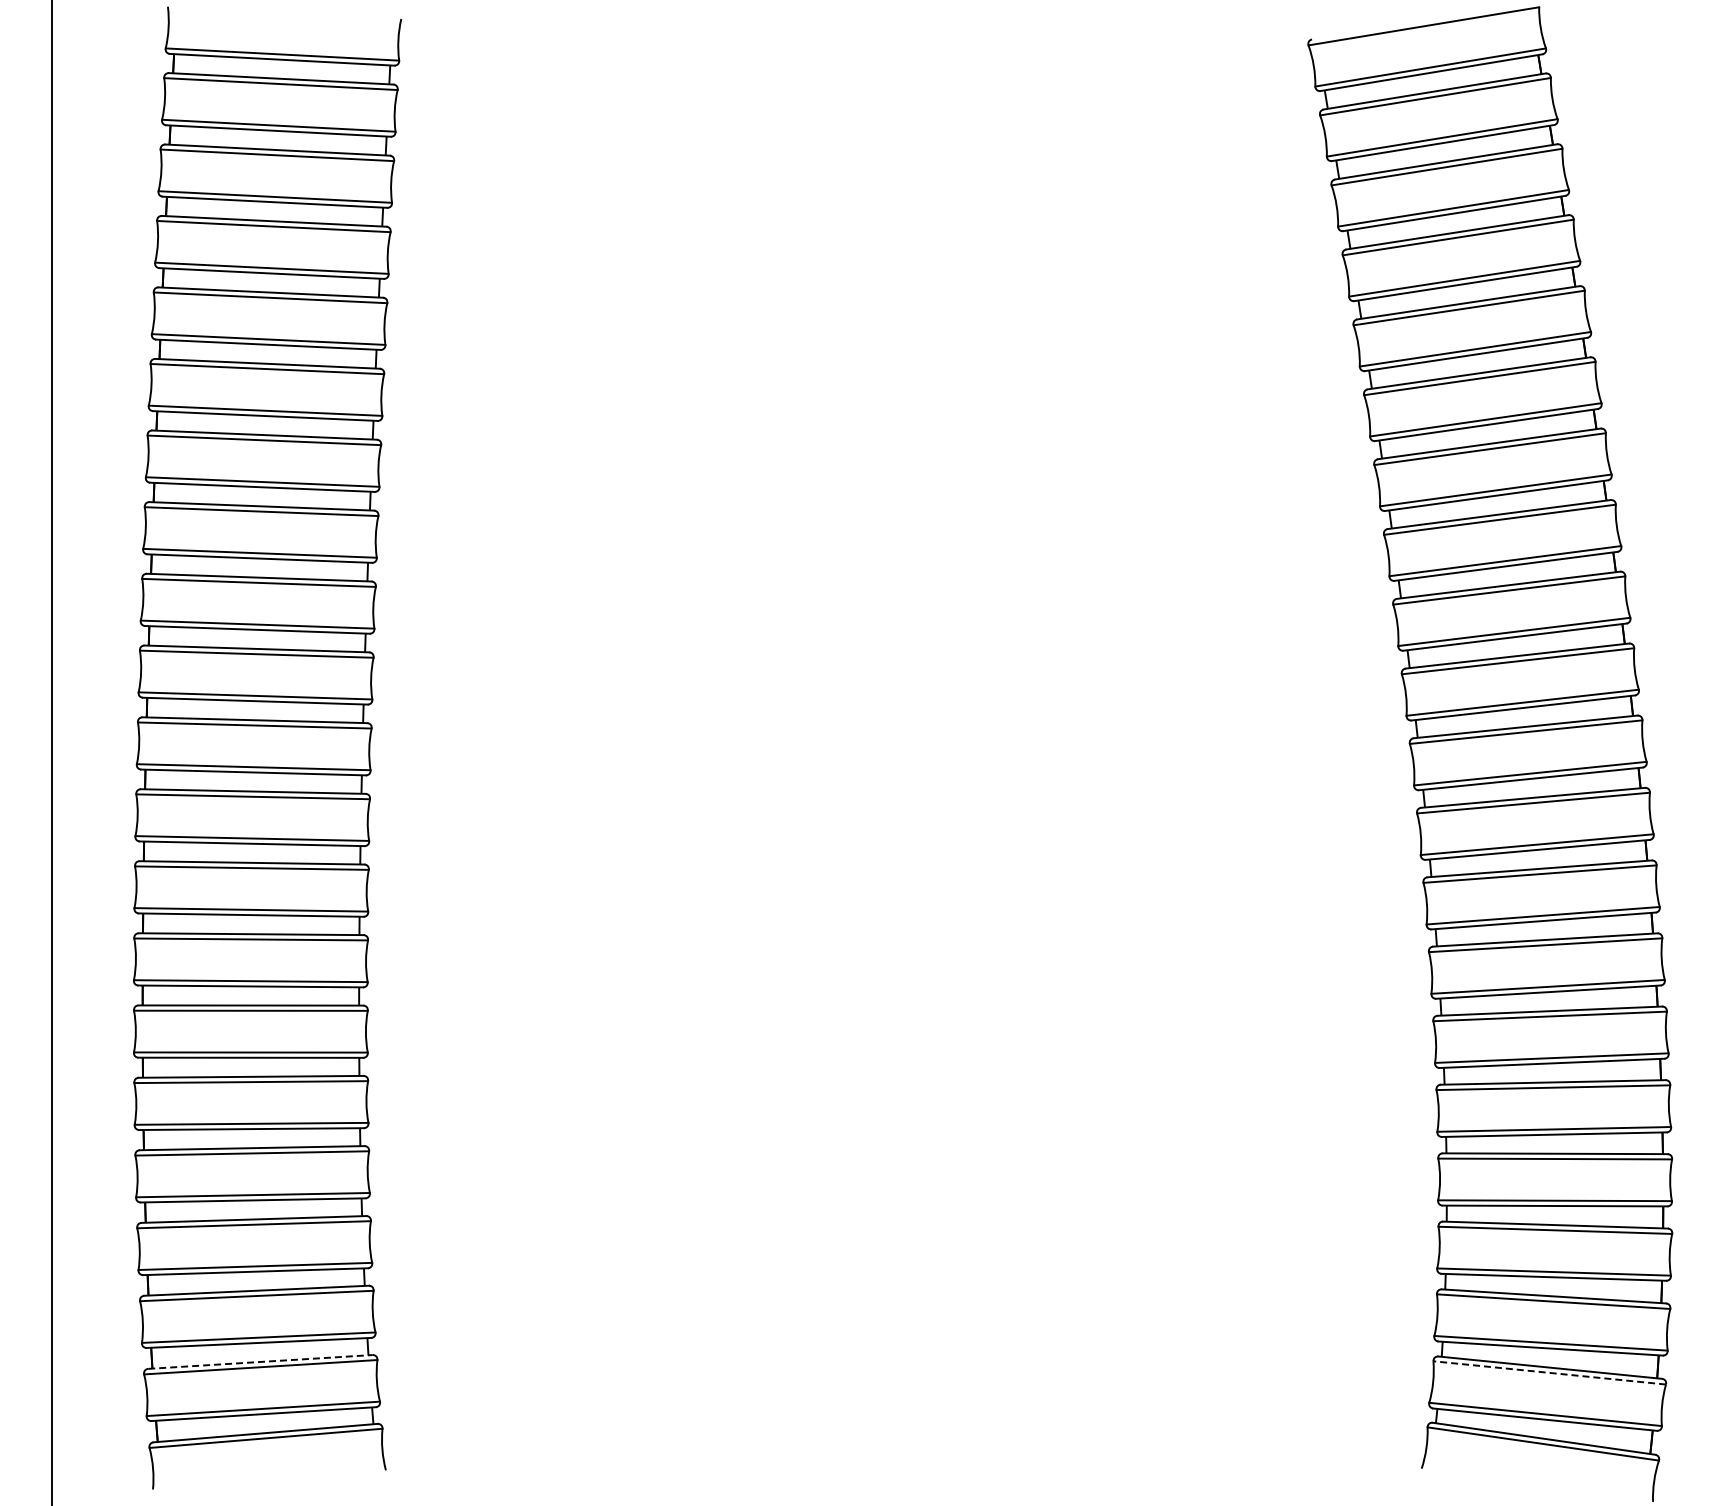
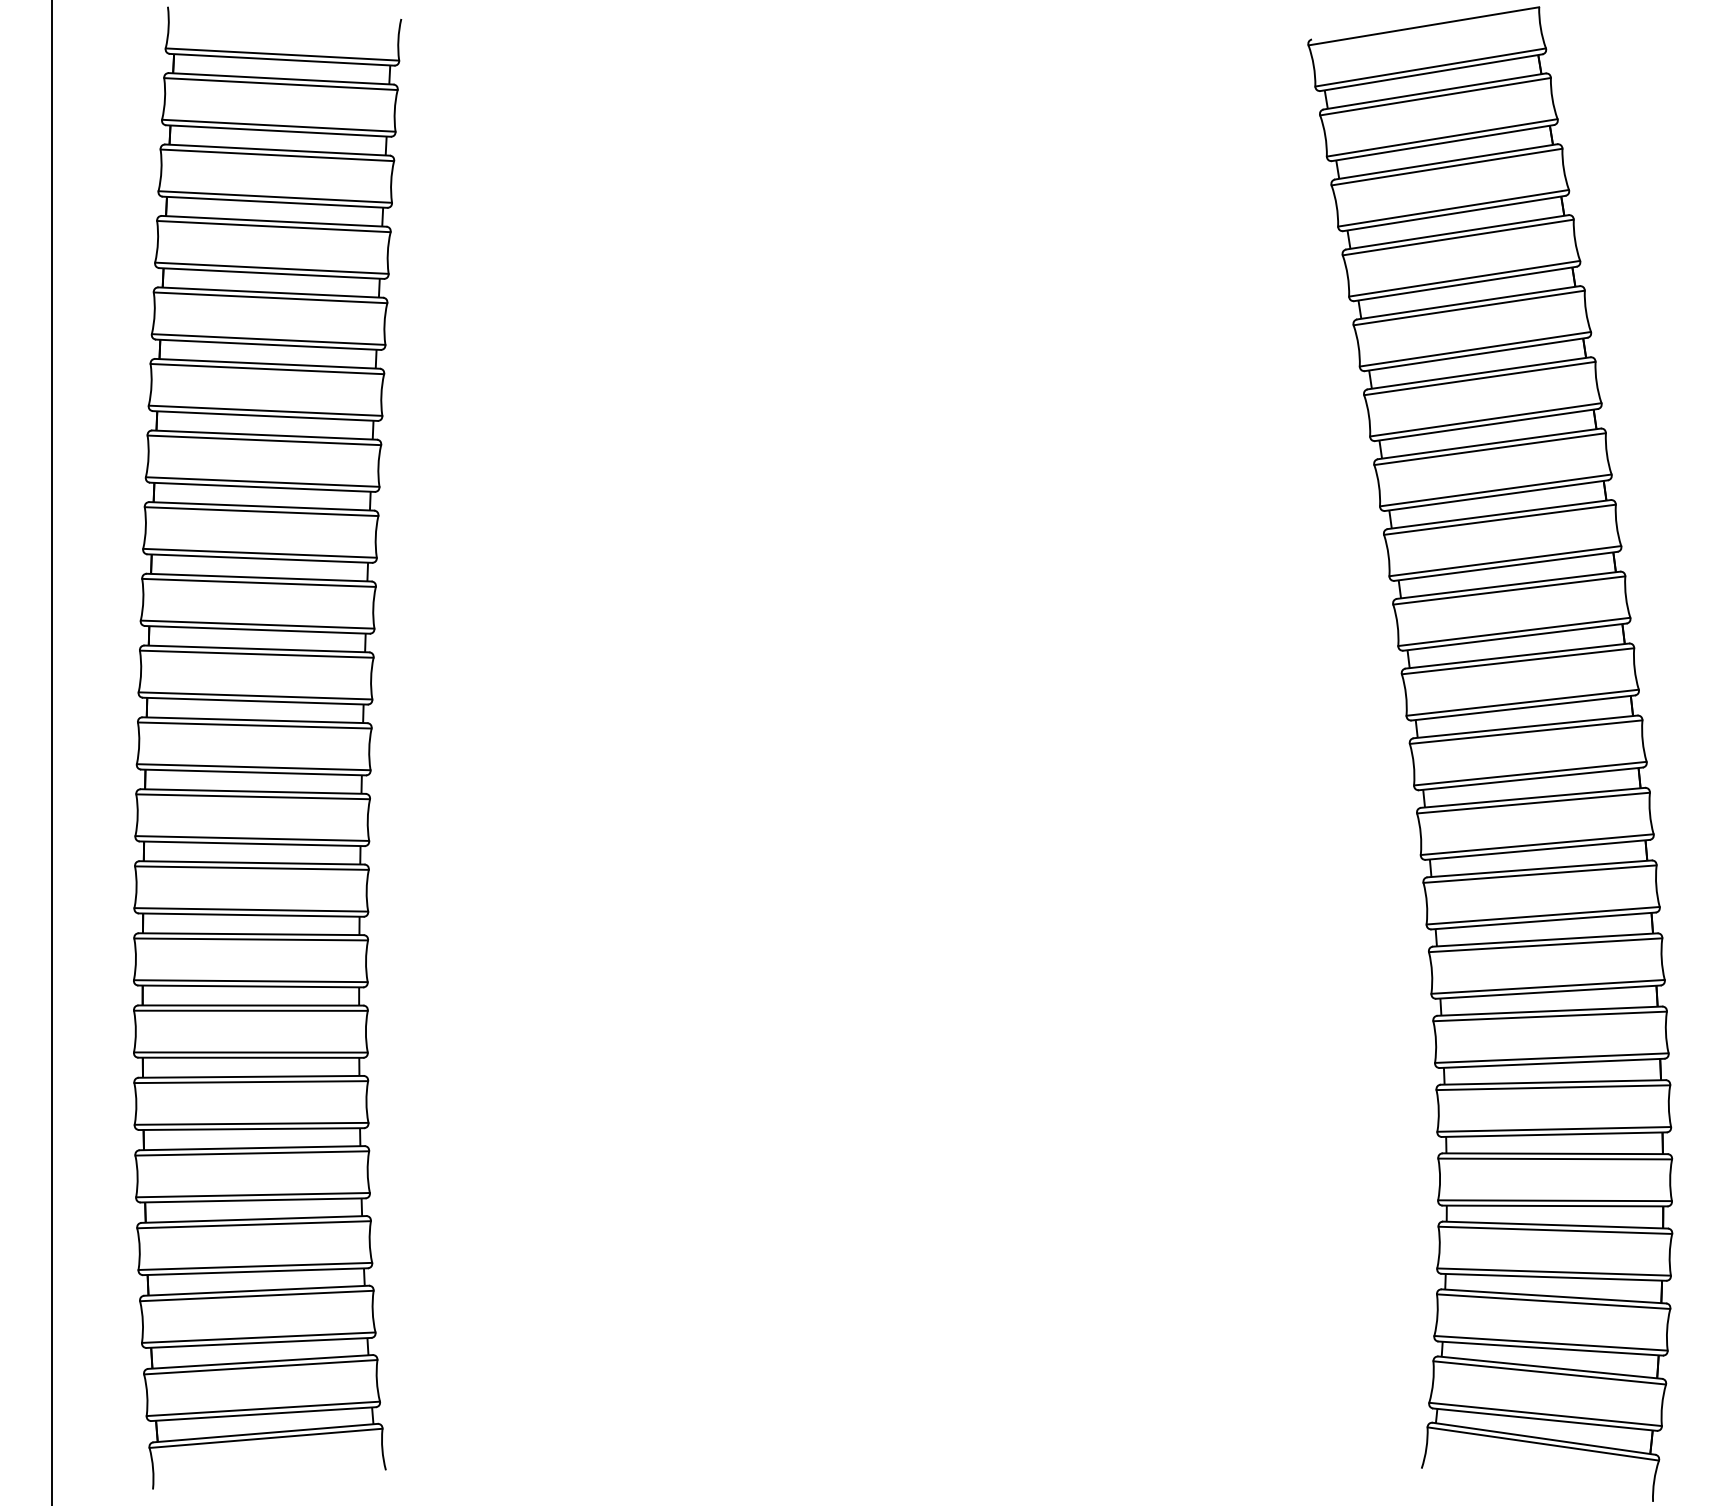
line at (260, 1361): dashed -> solid
line at (1549, 1372): dashed -> solid
